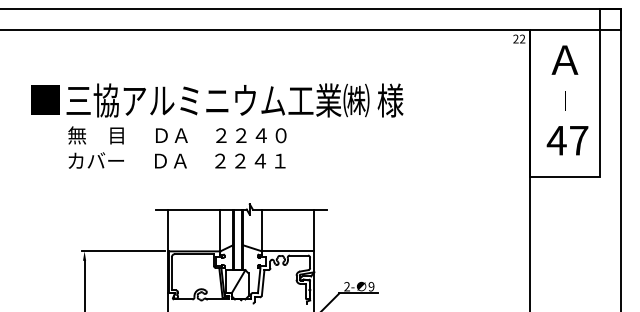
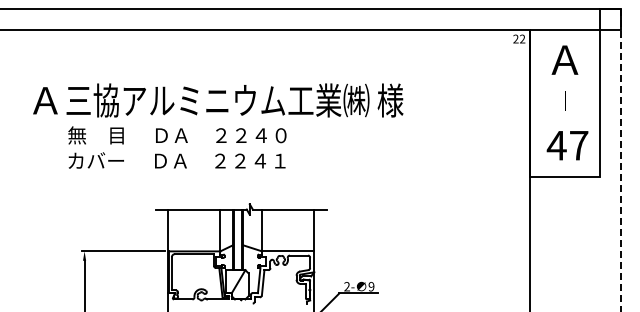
text at (45, 99): ■ -> Ａ
text at (567, 140) position: (567, 140) -> (567, 145)
line at (620, 160): solid -> dashed
